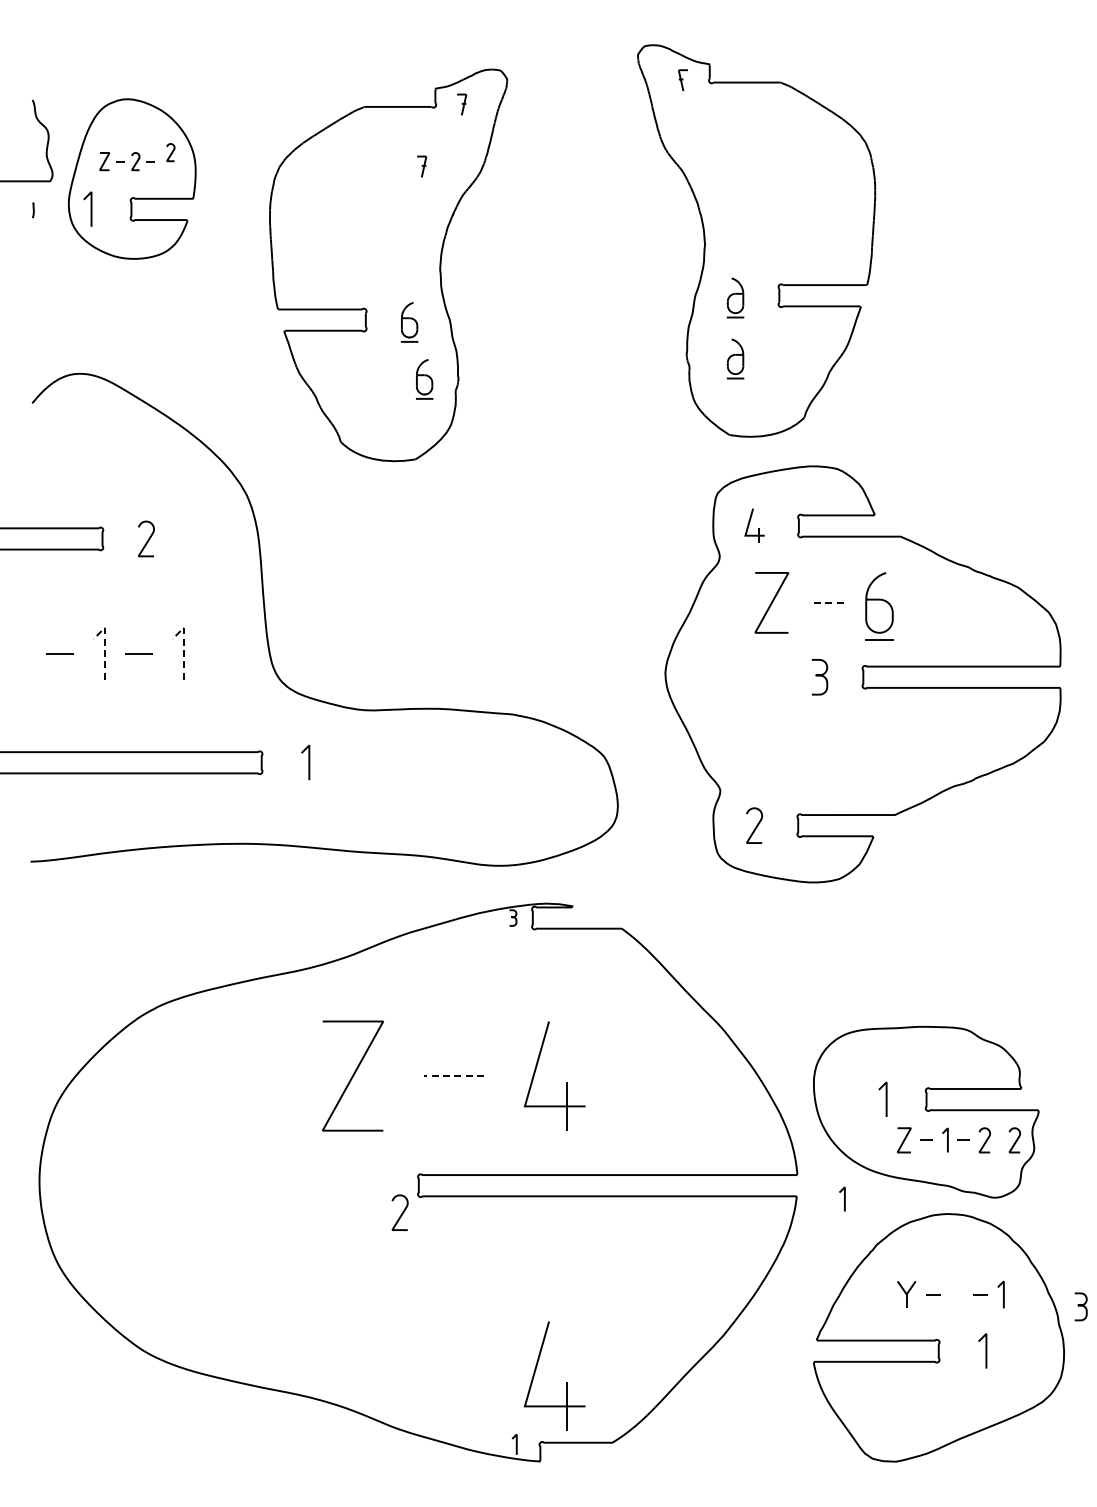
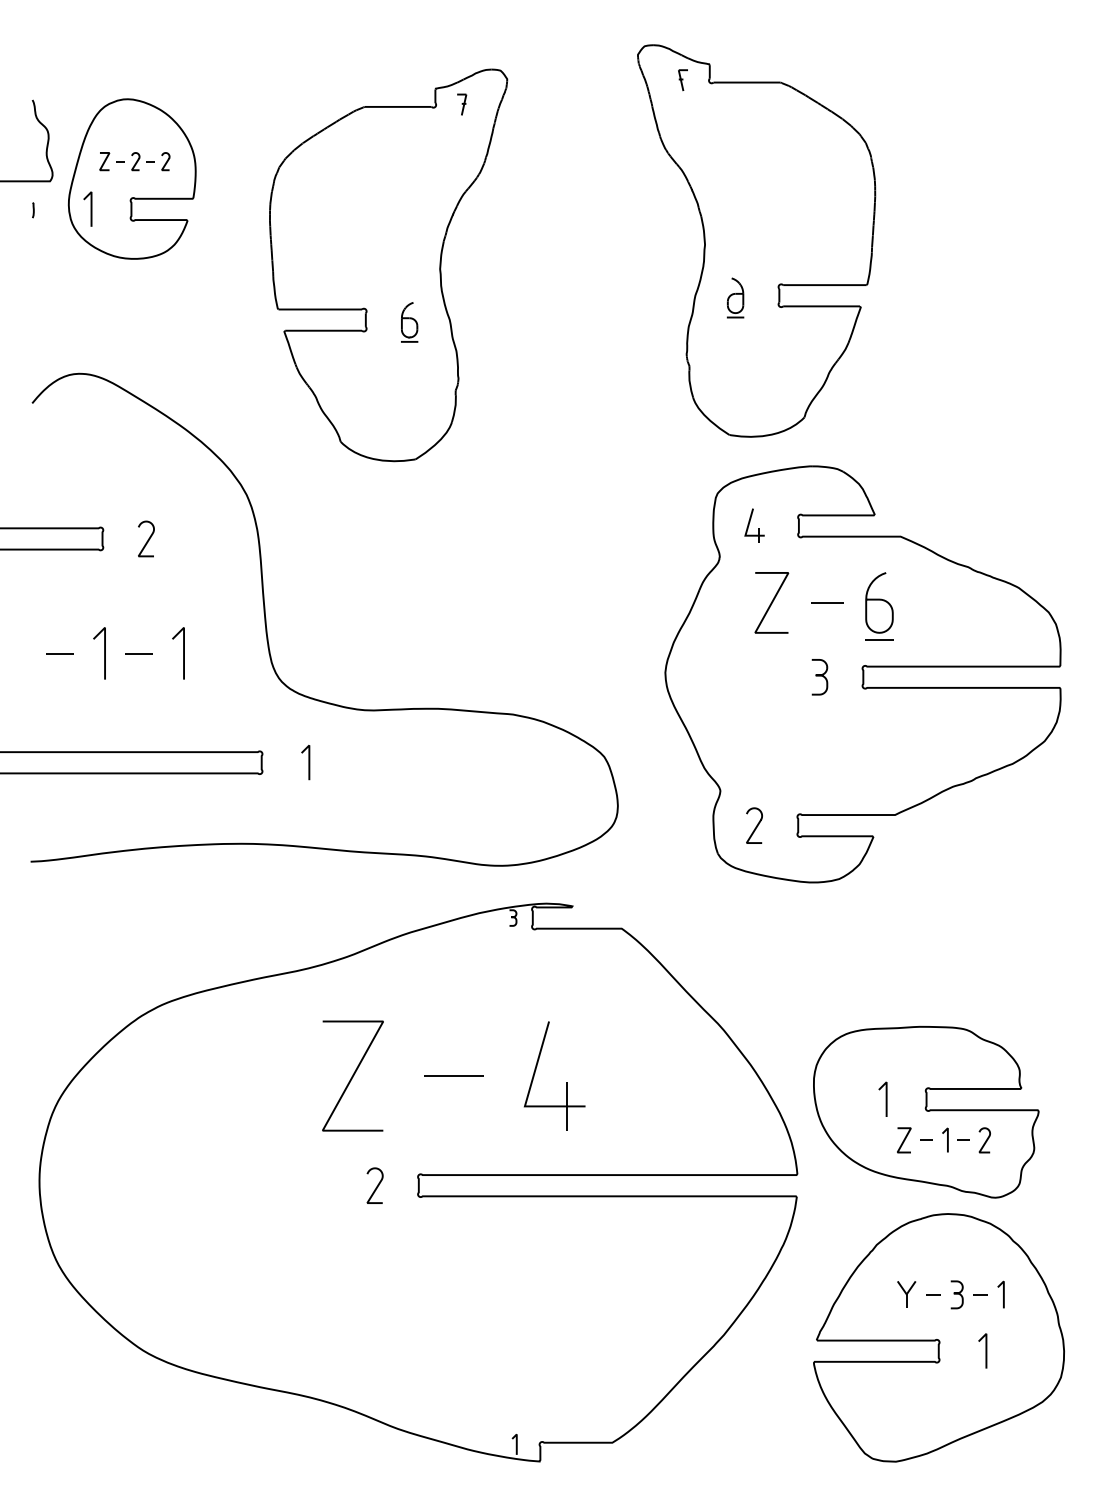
curve at (171, 152) position: (171, 152) -> (166, 161)
part at (422, 166): present -> none
part at (735, 358): present -> none
part at (424, 379): present -> none
line at (826, 602): dashed -> solid
line at (105, 644): dashed -> solid
line at (184, 644): dashed -> solid
line at (454, 1076): dashed -> solid
curve at (1015, 1140): present -> none
line at (844, 1198): present -> none
curve at (401, 1213) position: (401, 1213) -> (376, 1186)
curve at (1080, 1306) position: (1080, 1306) -> (956, 1294)
part at (566, 1382): present -> none
